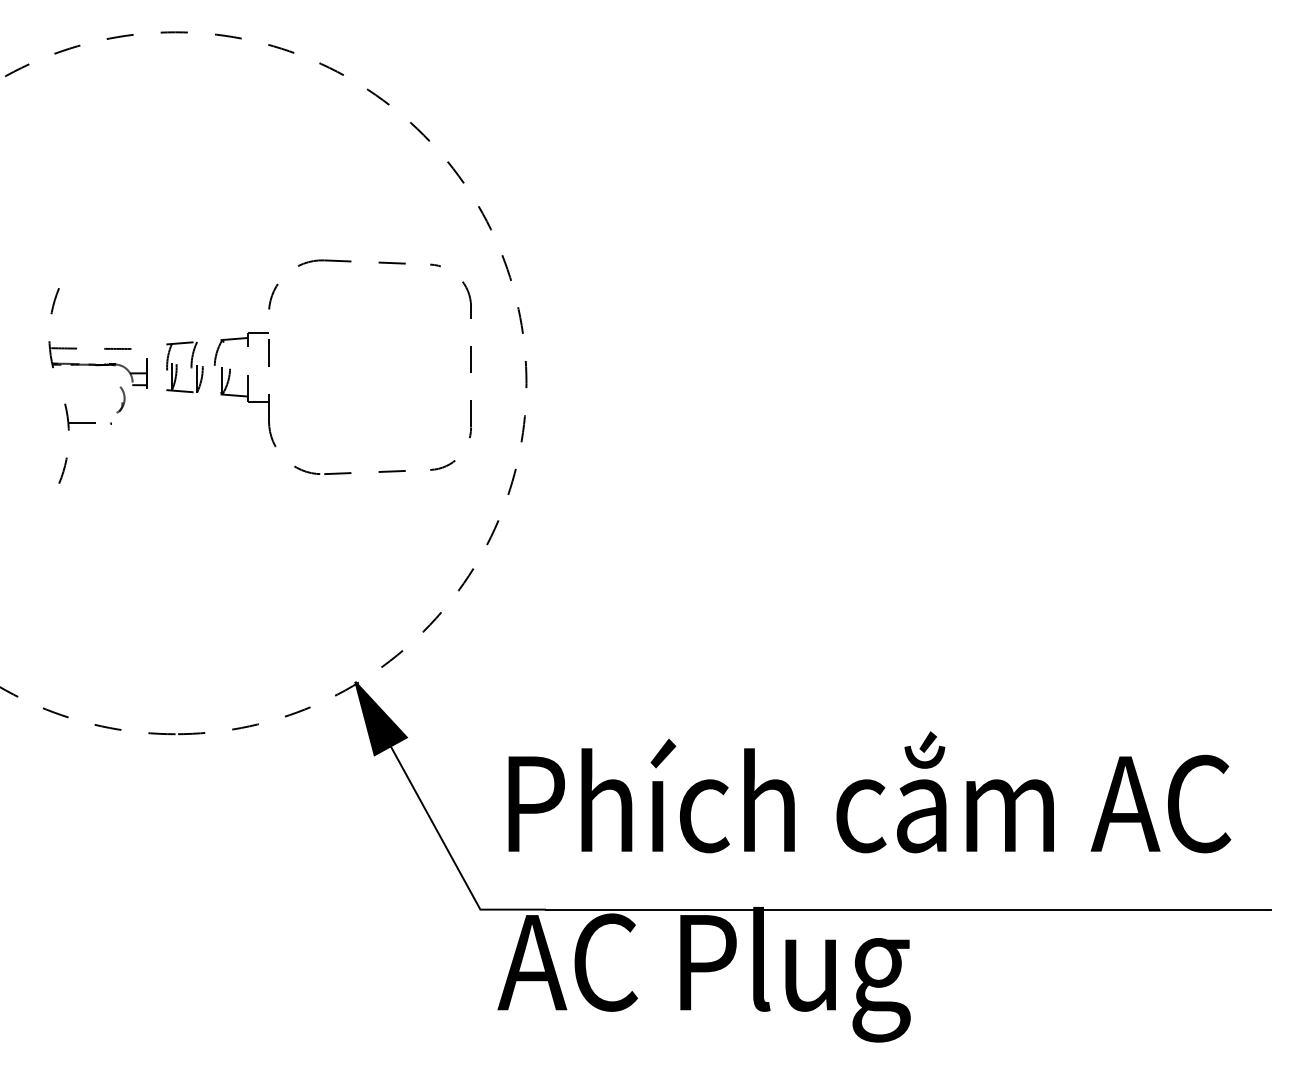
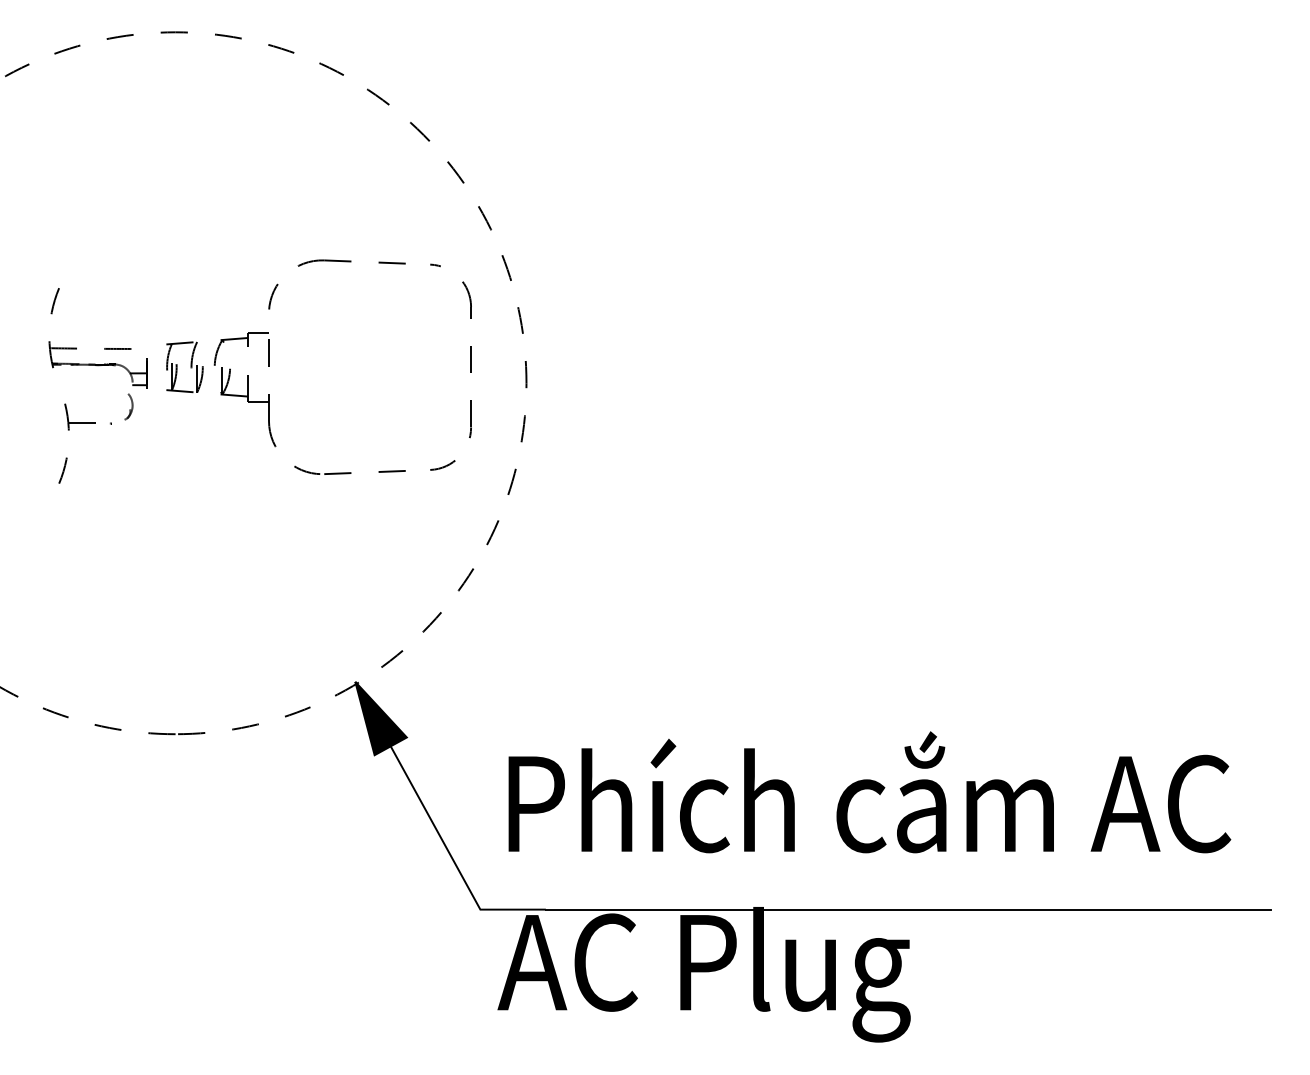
part at (120, 399) position: (120, 399) -> (128, 406)
